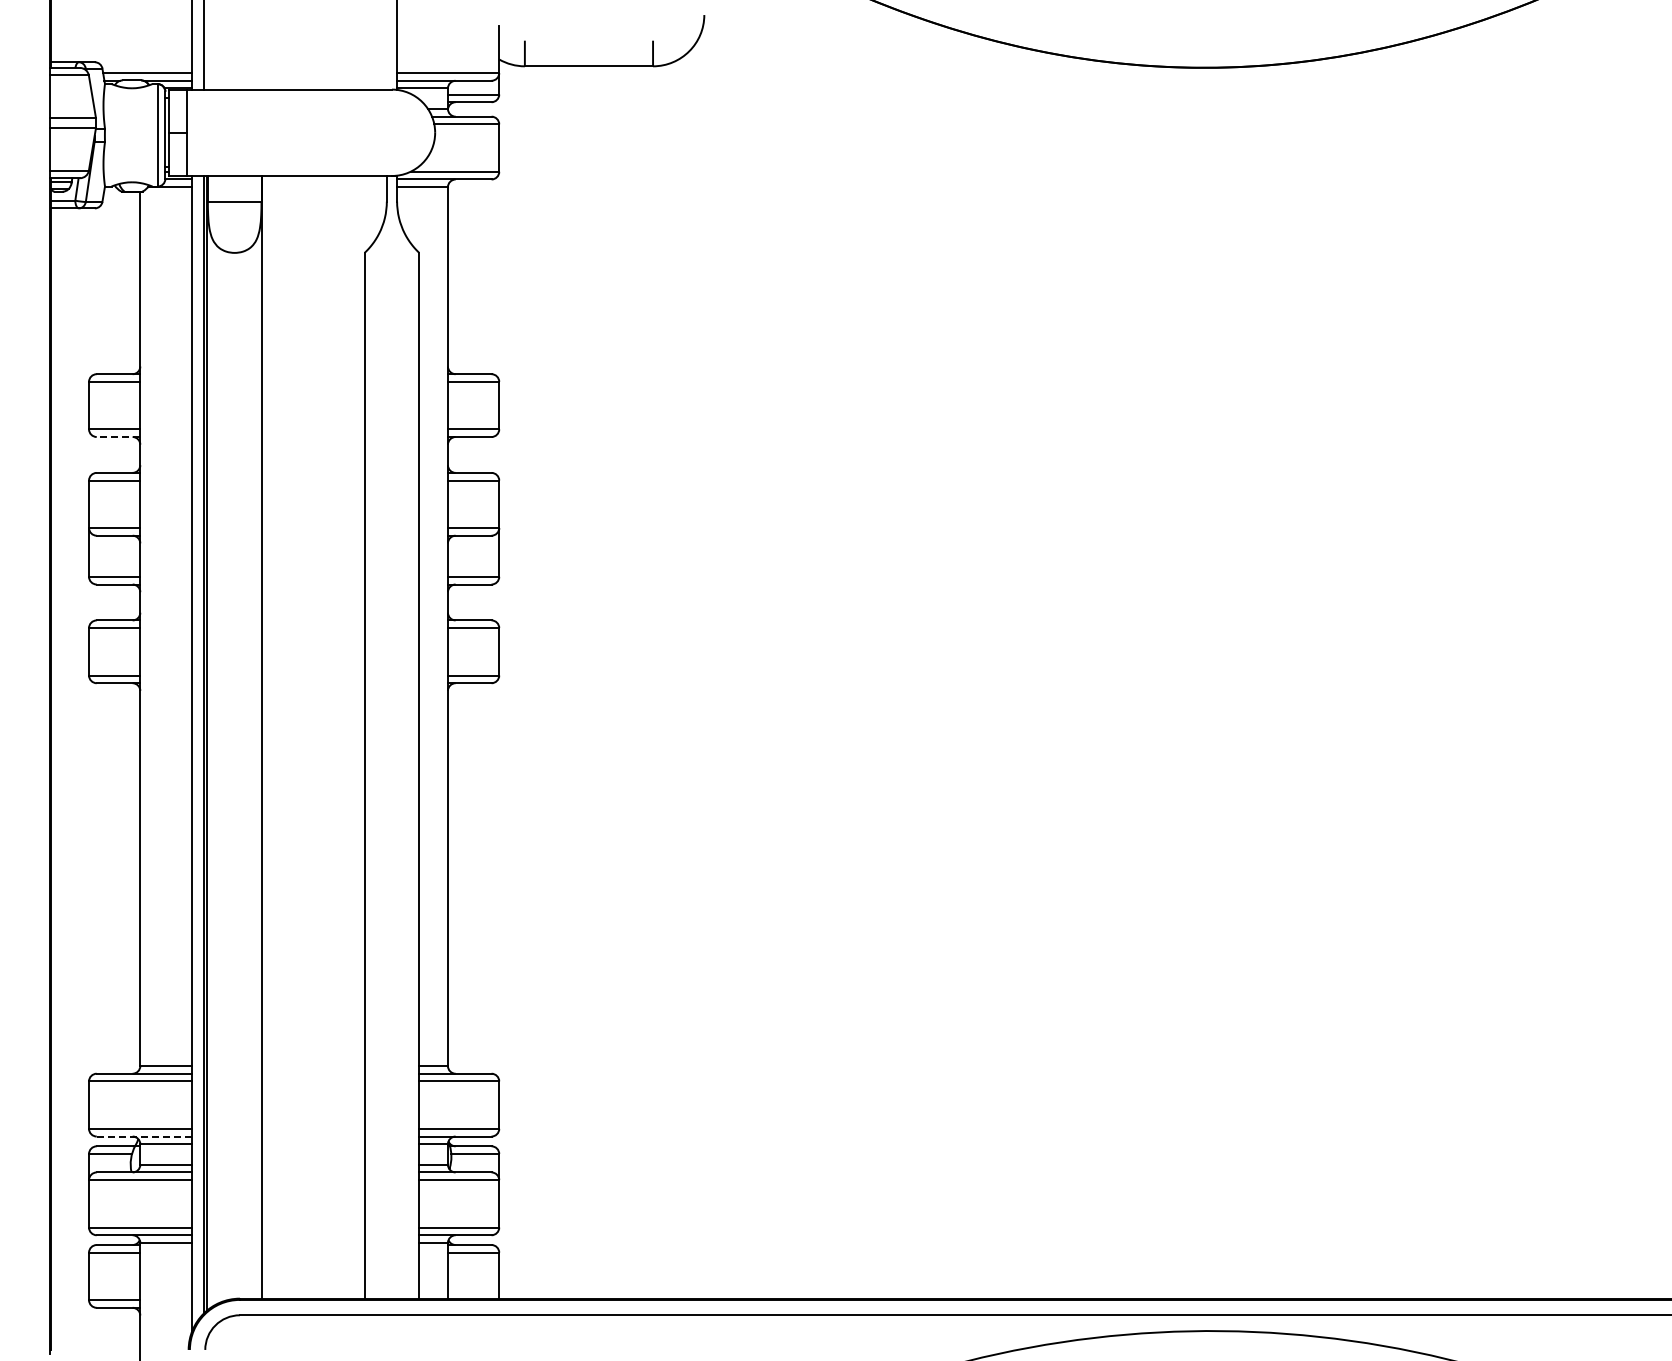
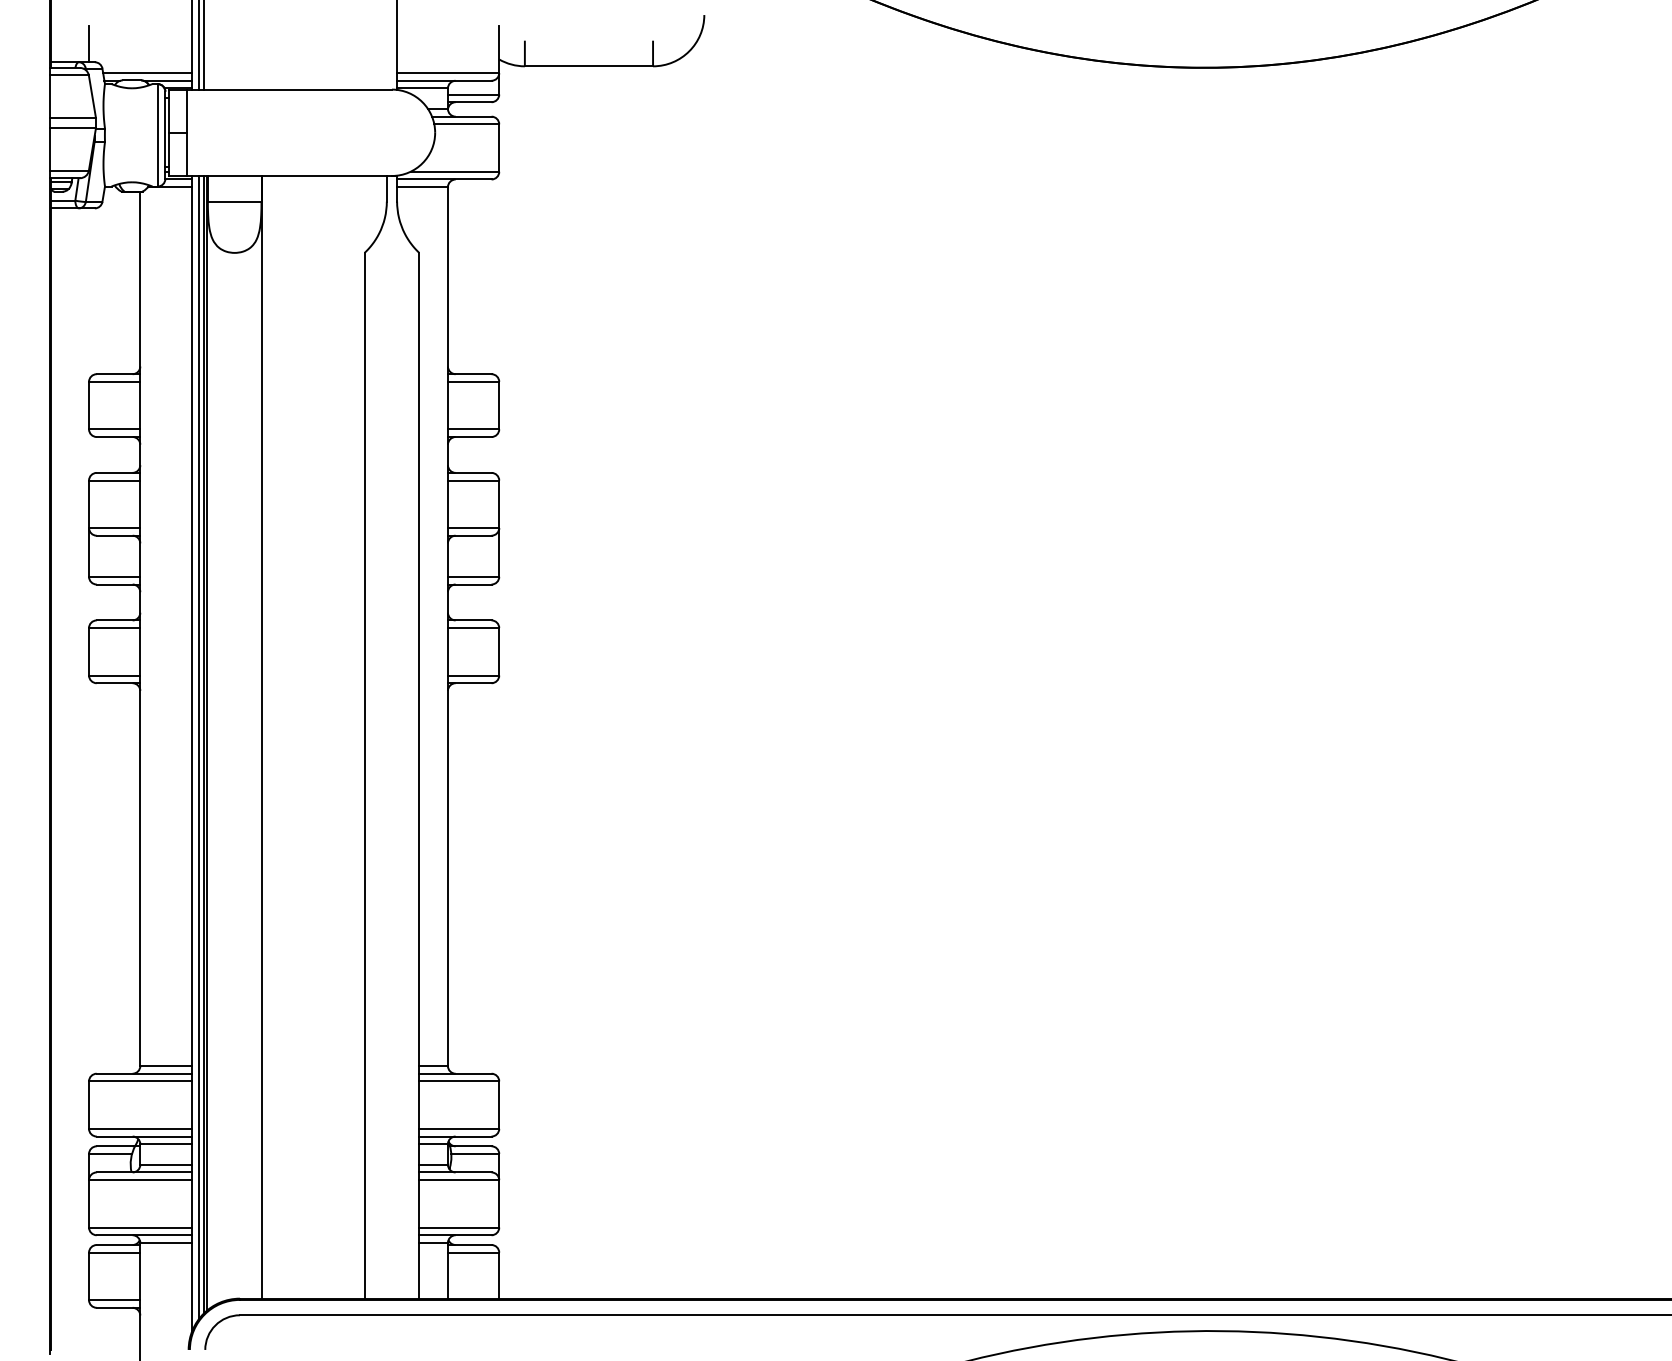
line at (89, 43): none -> present
line at (199, 45): none -> present
line at (118, 437): dashed -> solid
line at (199, 747): none -> present
line at (143, 1136): dashed -> solid
